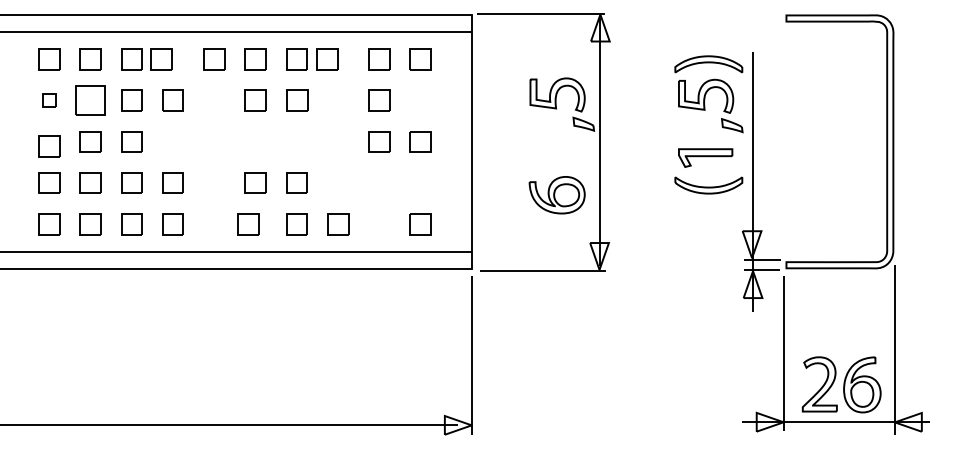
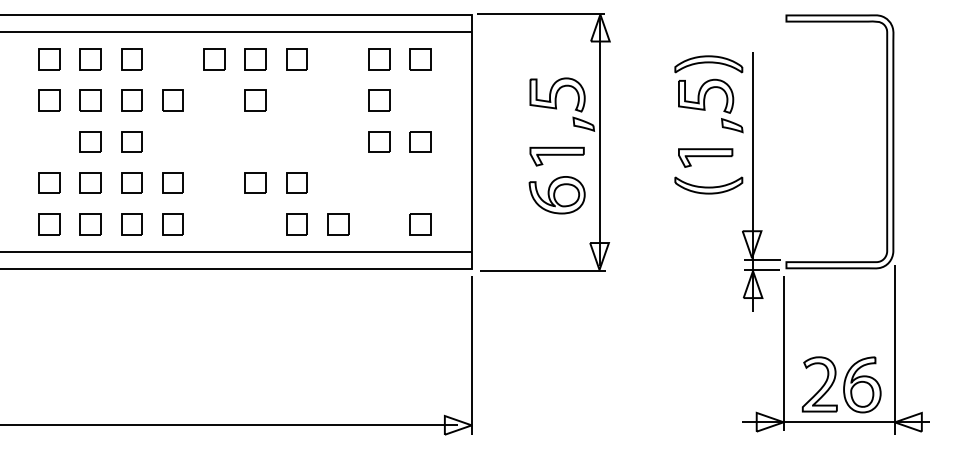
part at (161, 59): present -> none
part at (327, 59): present -> none
part at (49, 100) size: 15x15 px -> 23x23 px
part at (90, 100) size: 31x31 px -> 23x23 px
part at (297, 100): present -> none
part at (49, 146): present -> none
part at (556, 156): none -> present
part at (248, 224): present -> none
